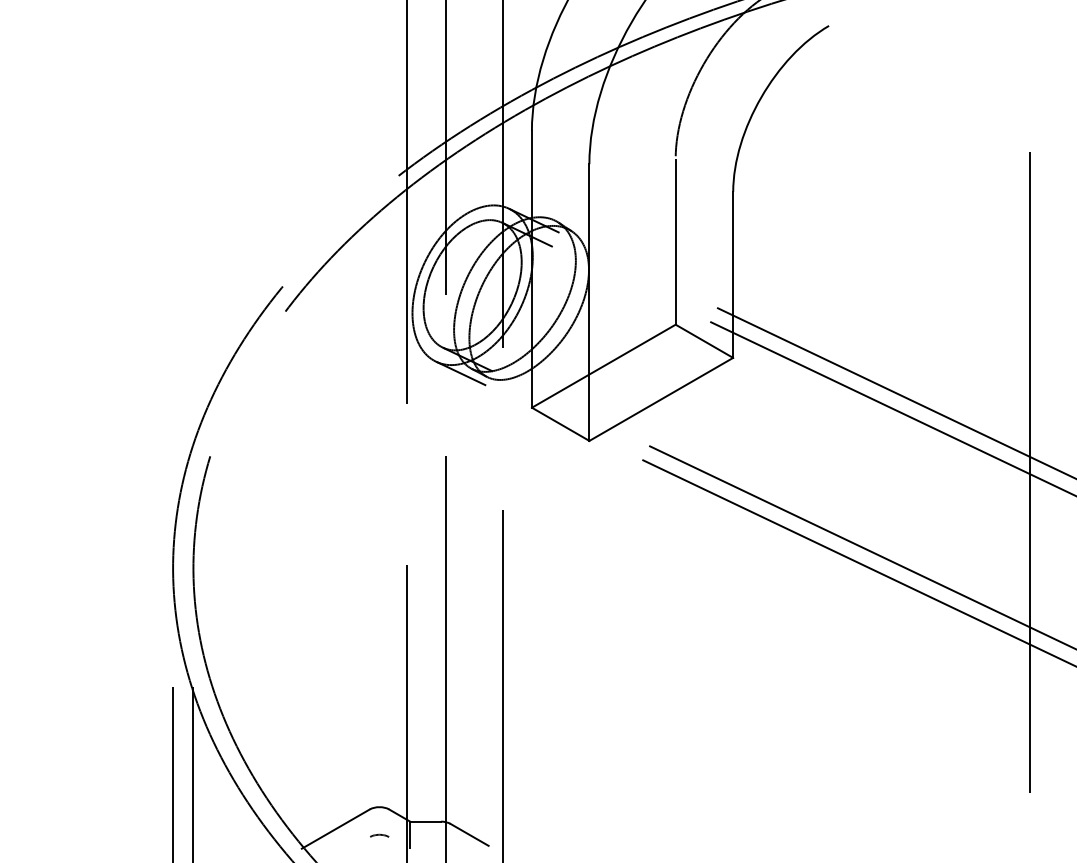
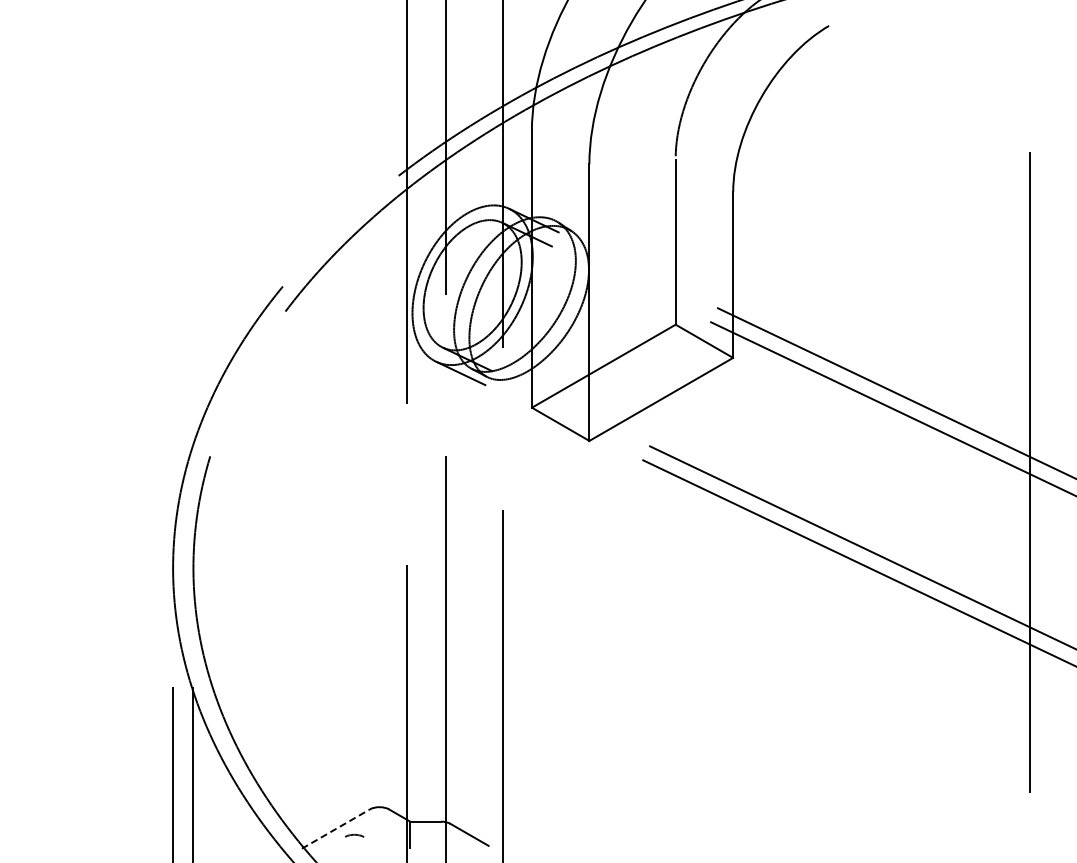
line at (336, 828): solid -> dashed
curve at (379, 835) position: (379, 835) -> (354, 835)
